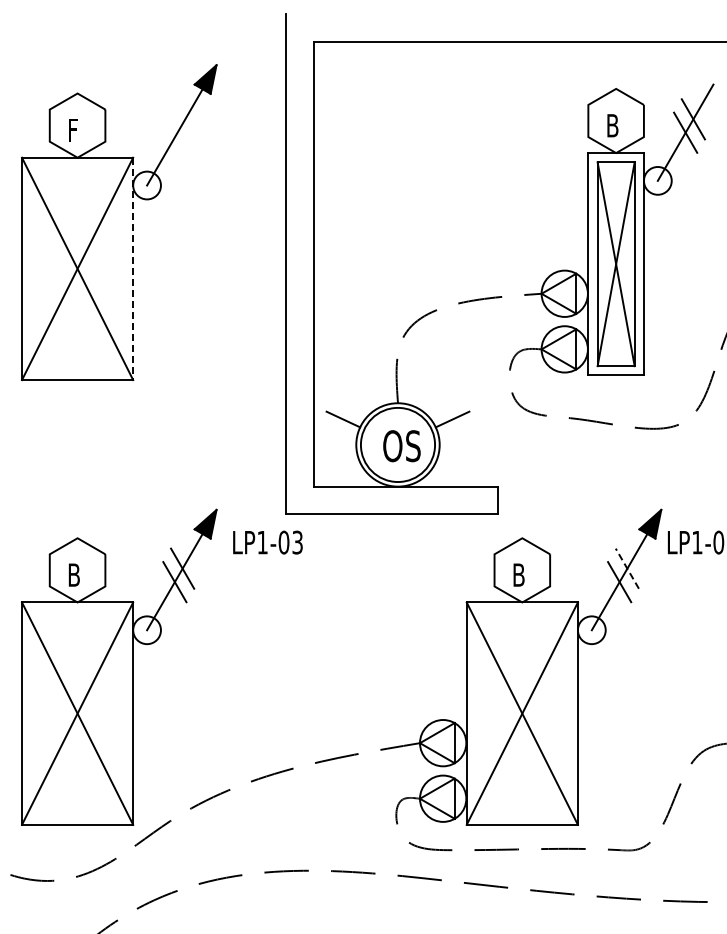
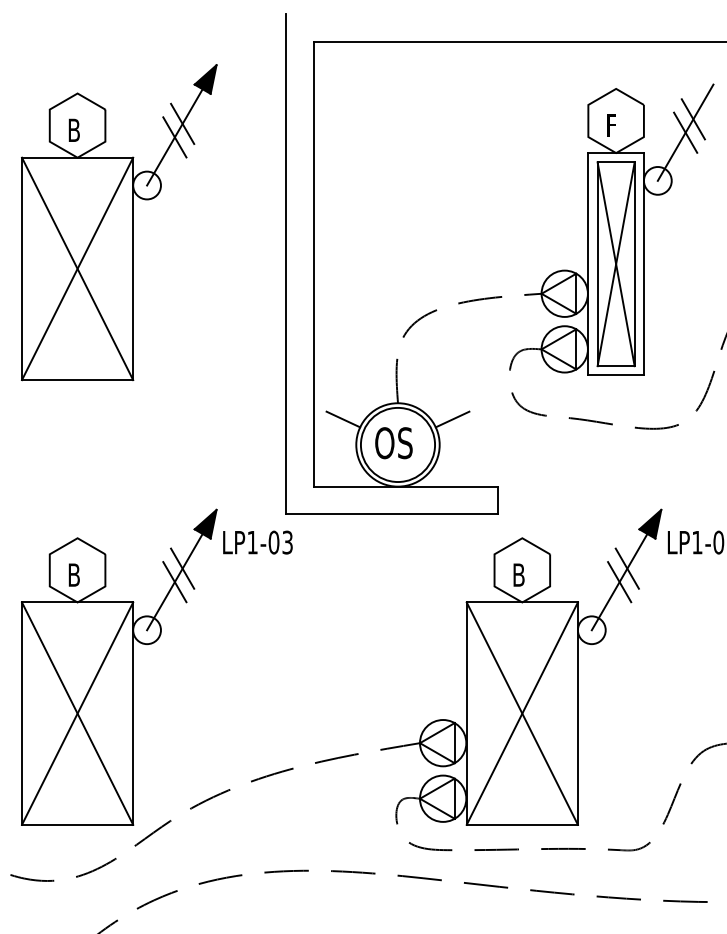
line at (182, 123): none -> present
text at (612, 125): B -> F
text at (73, 129): F -> B
line at (174, 137): none -> present
line at (133, 269): dashed -> solid
text at (401, 446) position: (401, 446) -> (393, 443)
text at (267, 542) position: (267, 542) -> (257, 542)
line at (627, 568): dashed -> solid
